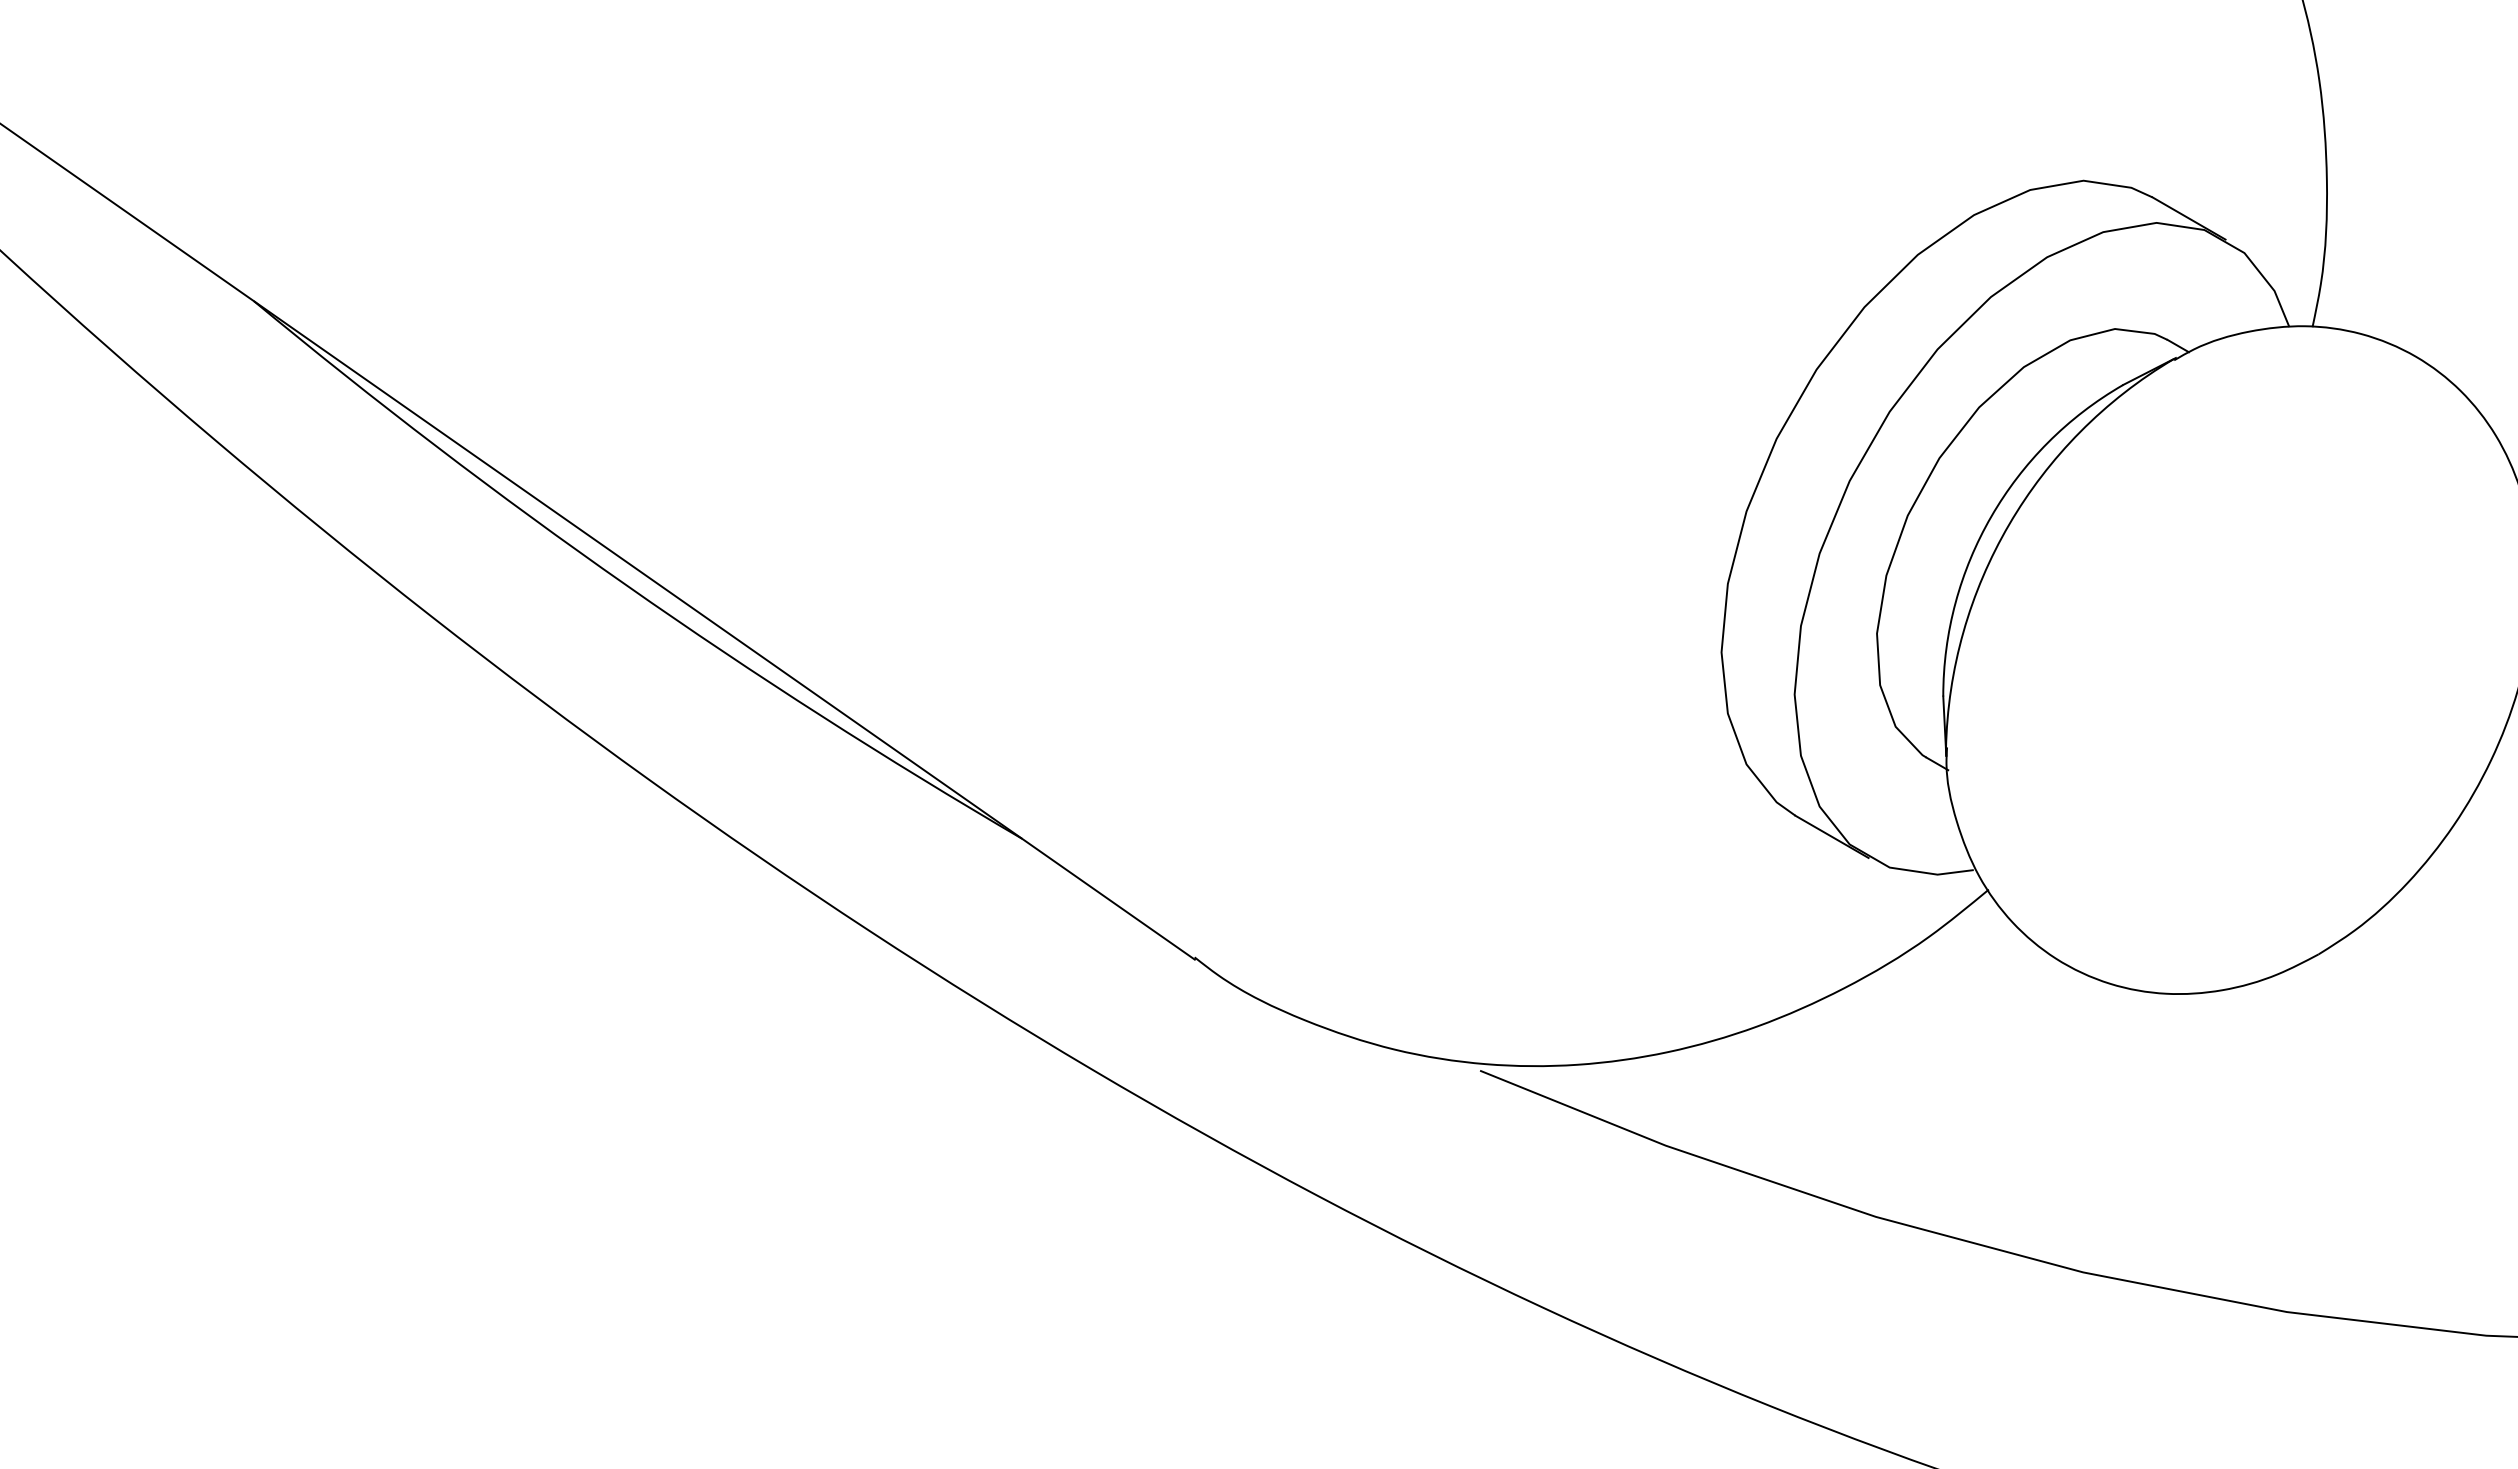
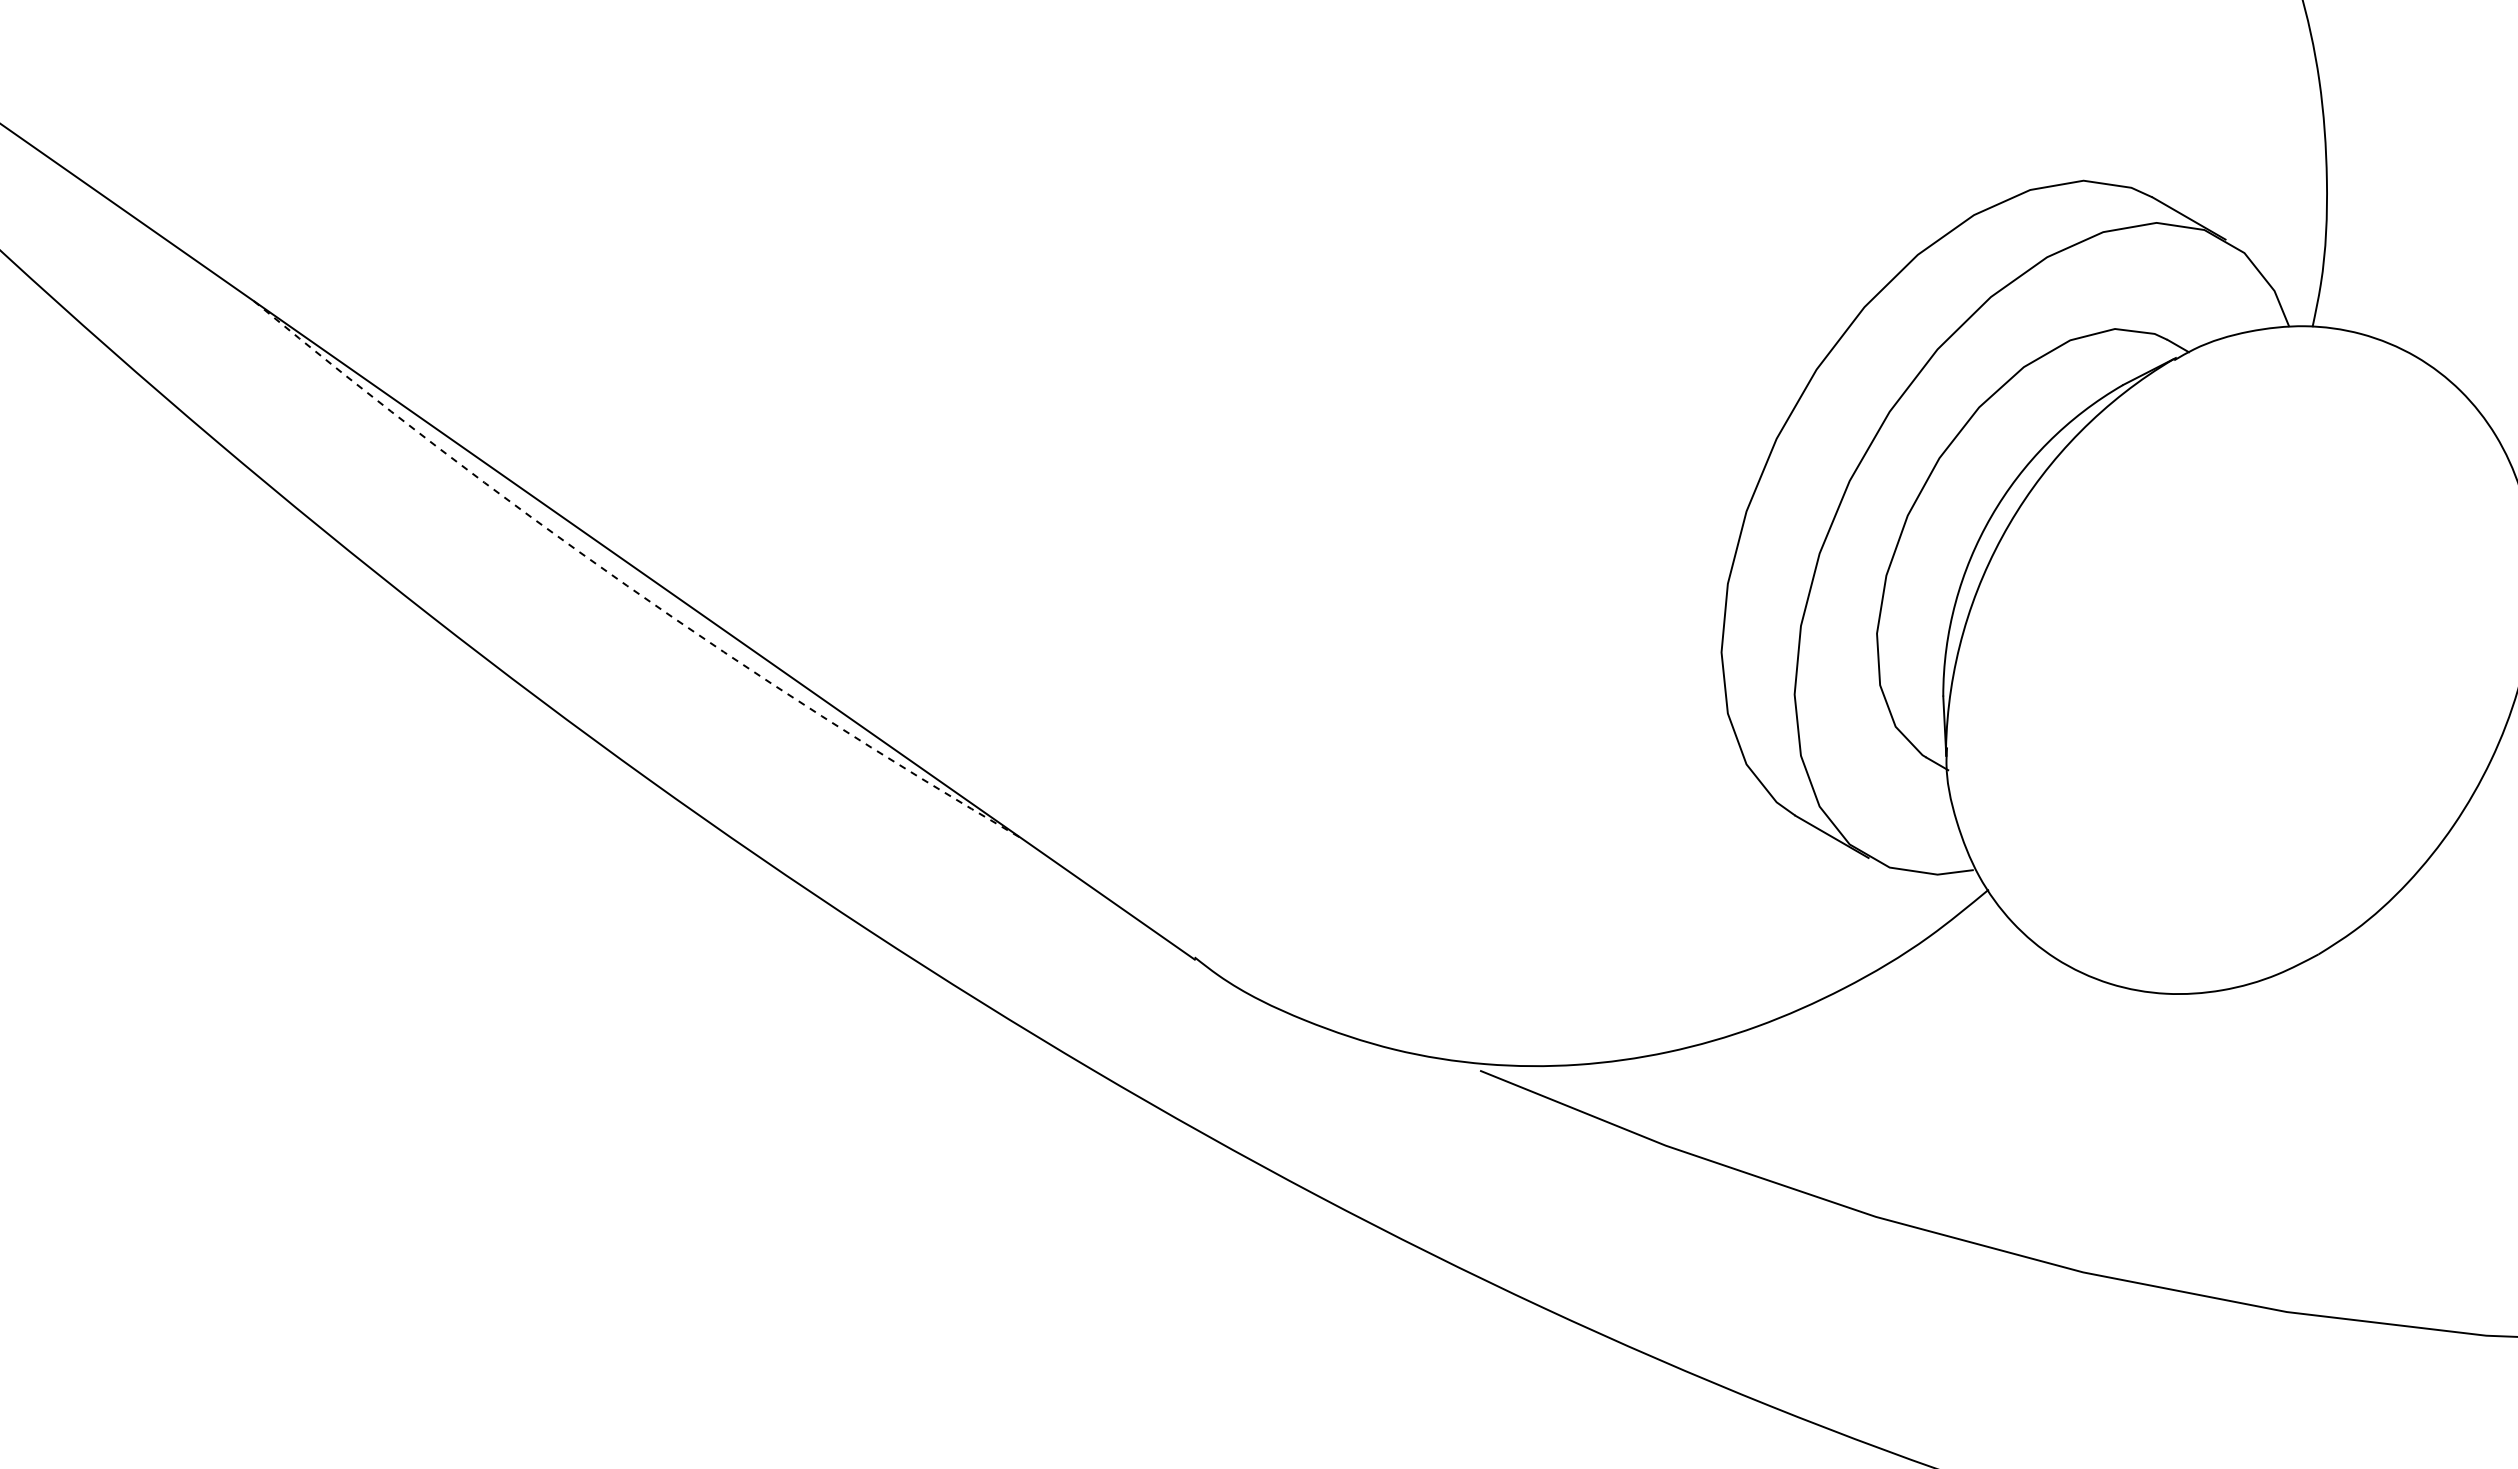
arc at (626, 585): solid -> dashed
